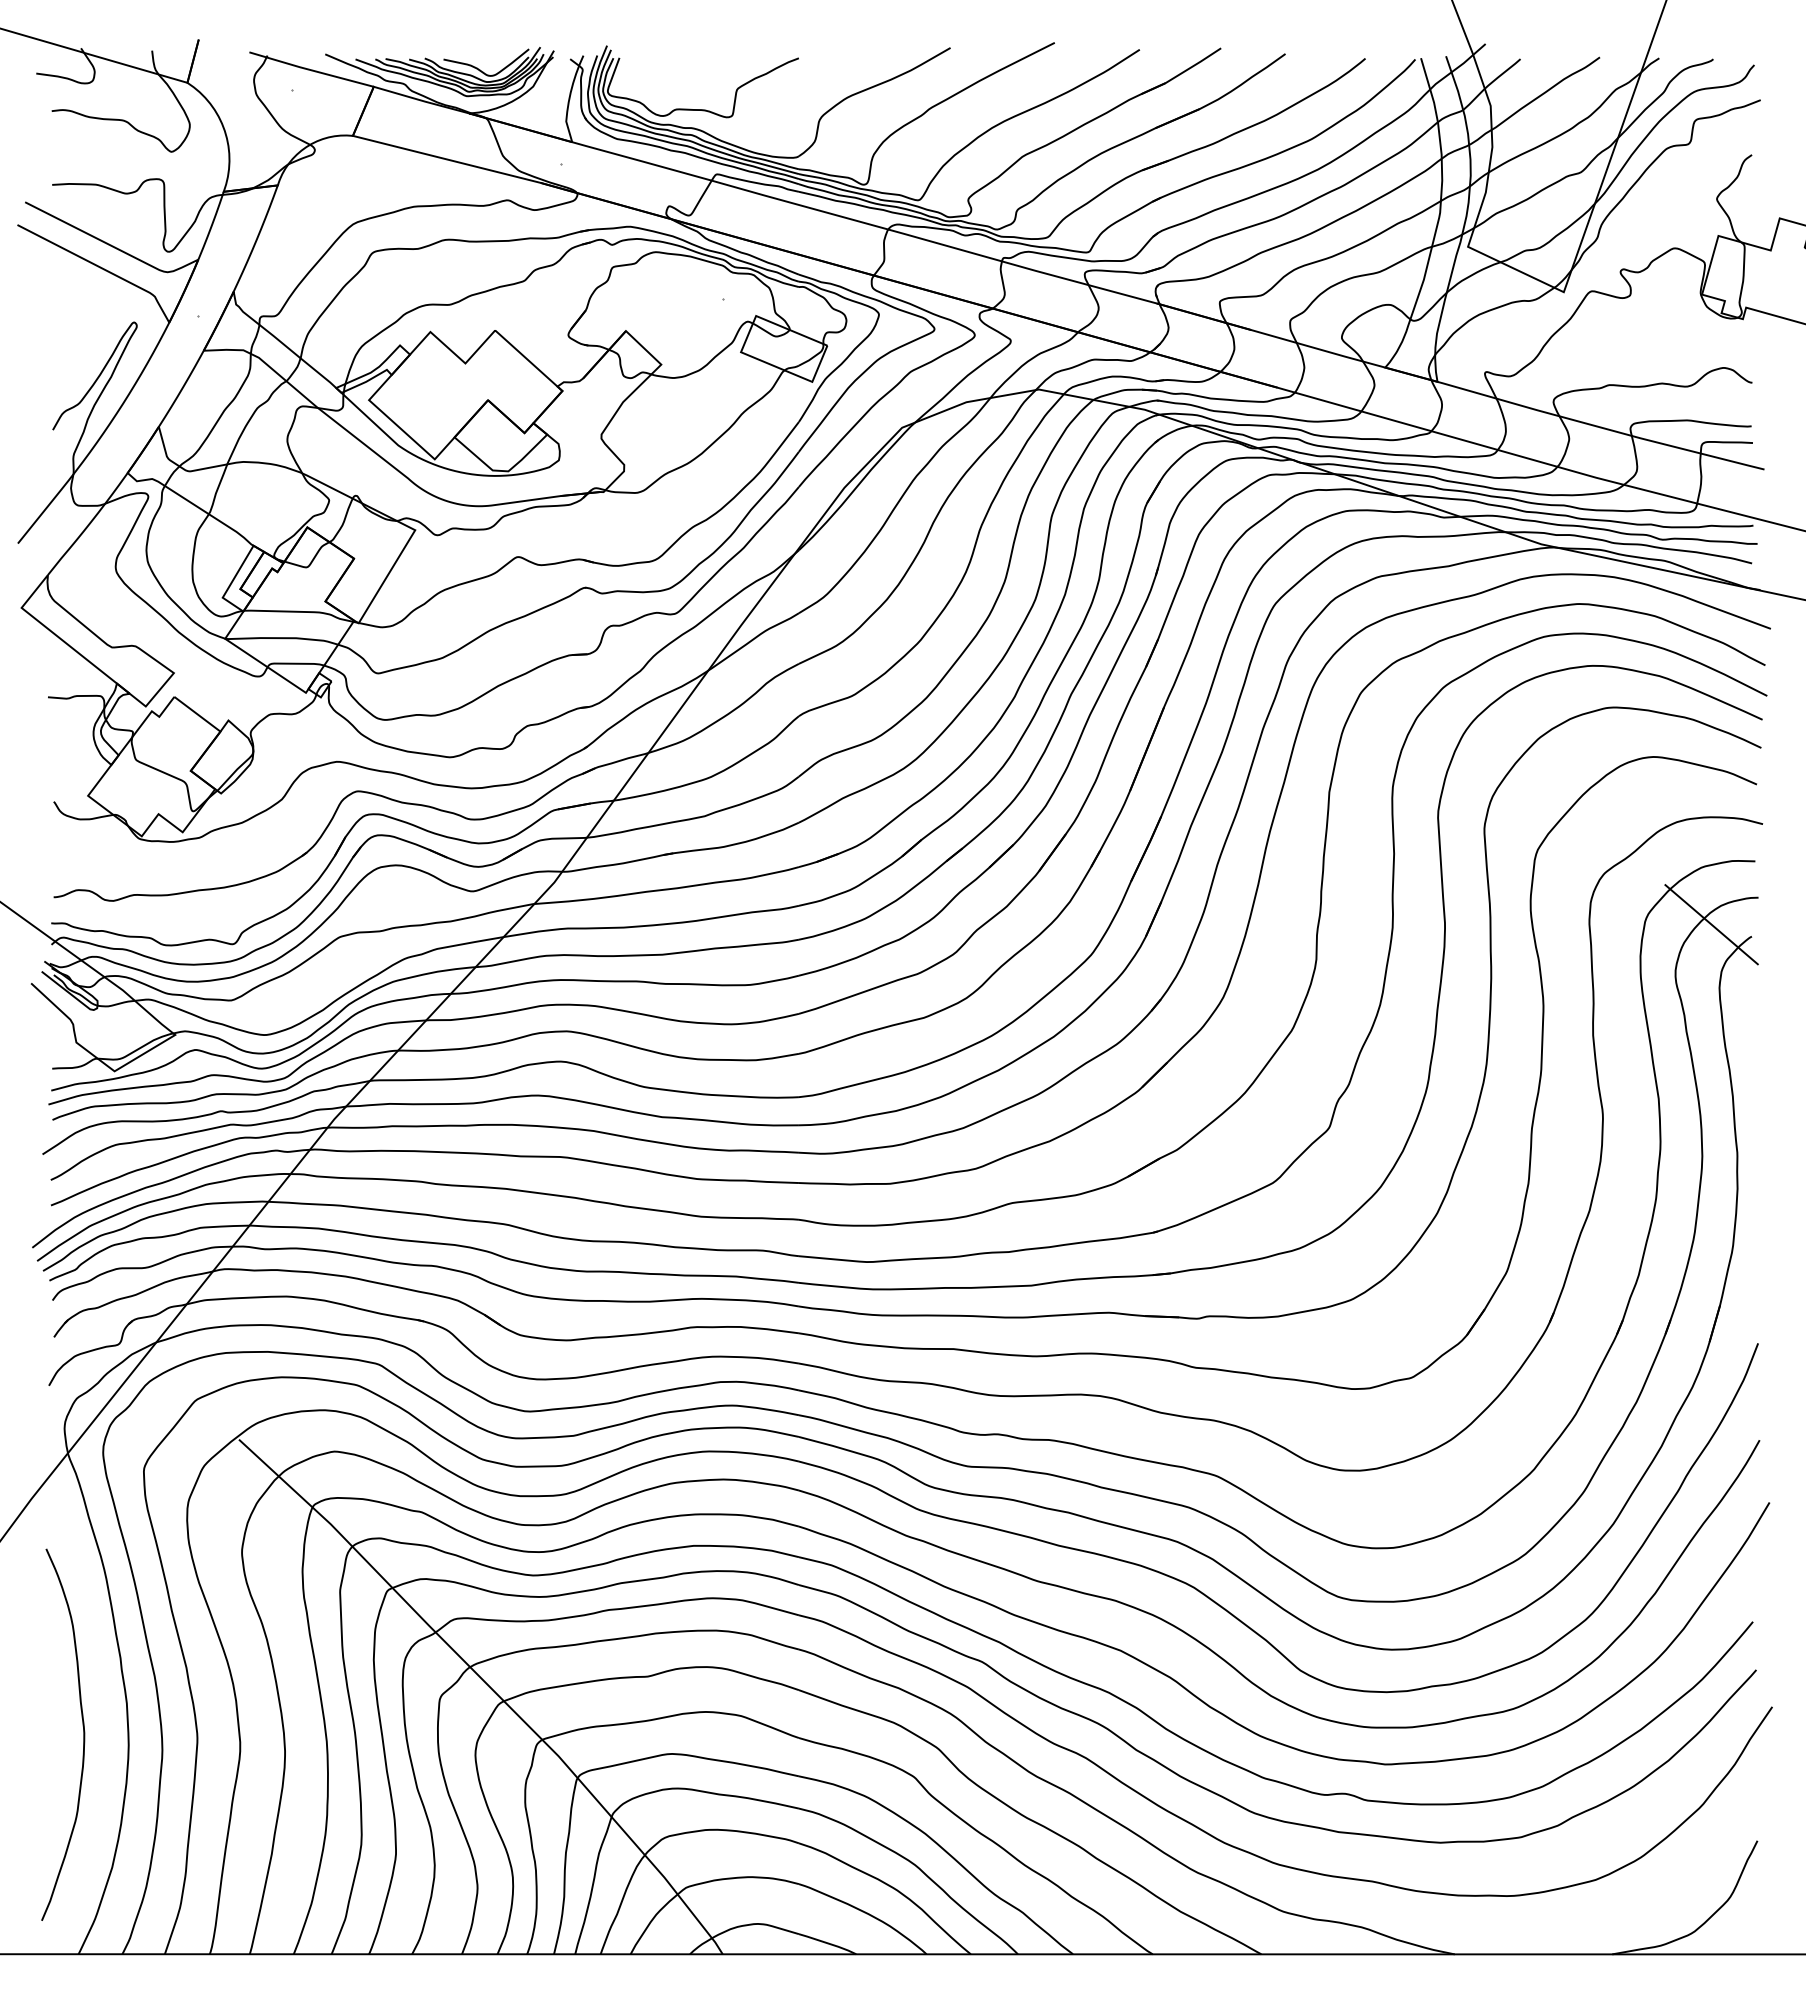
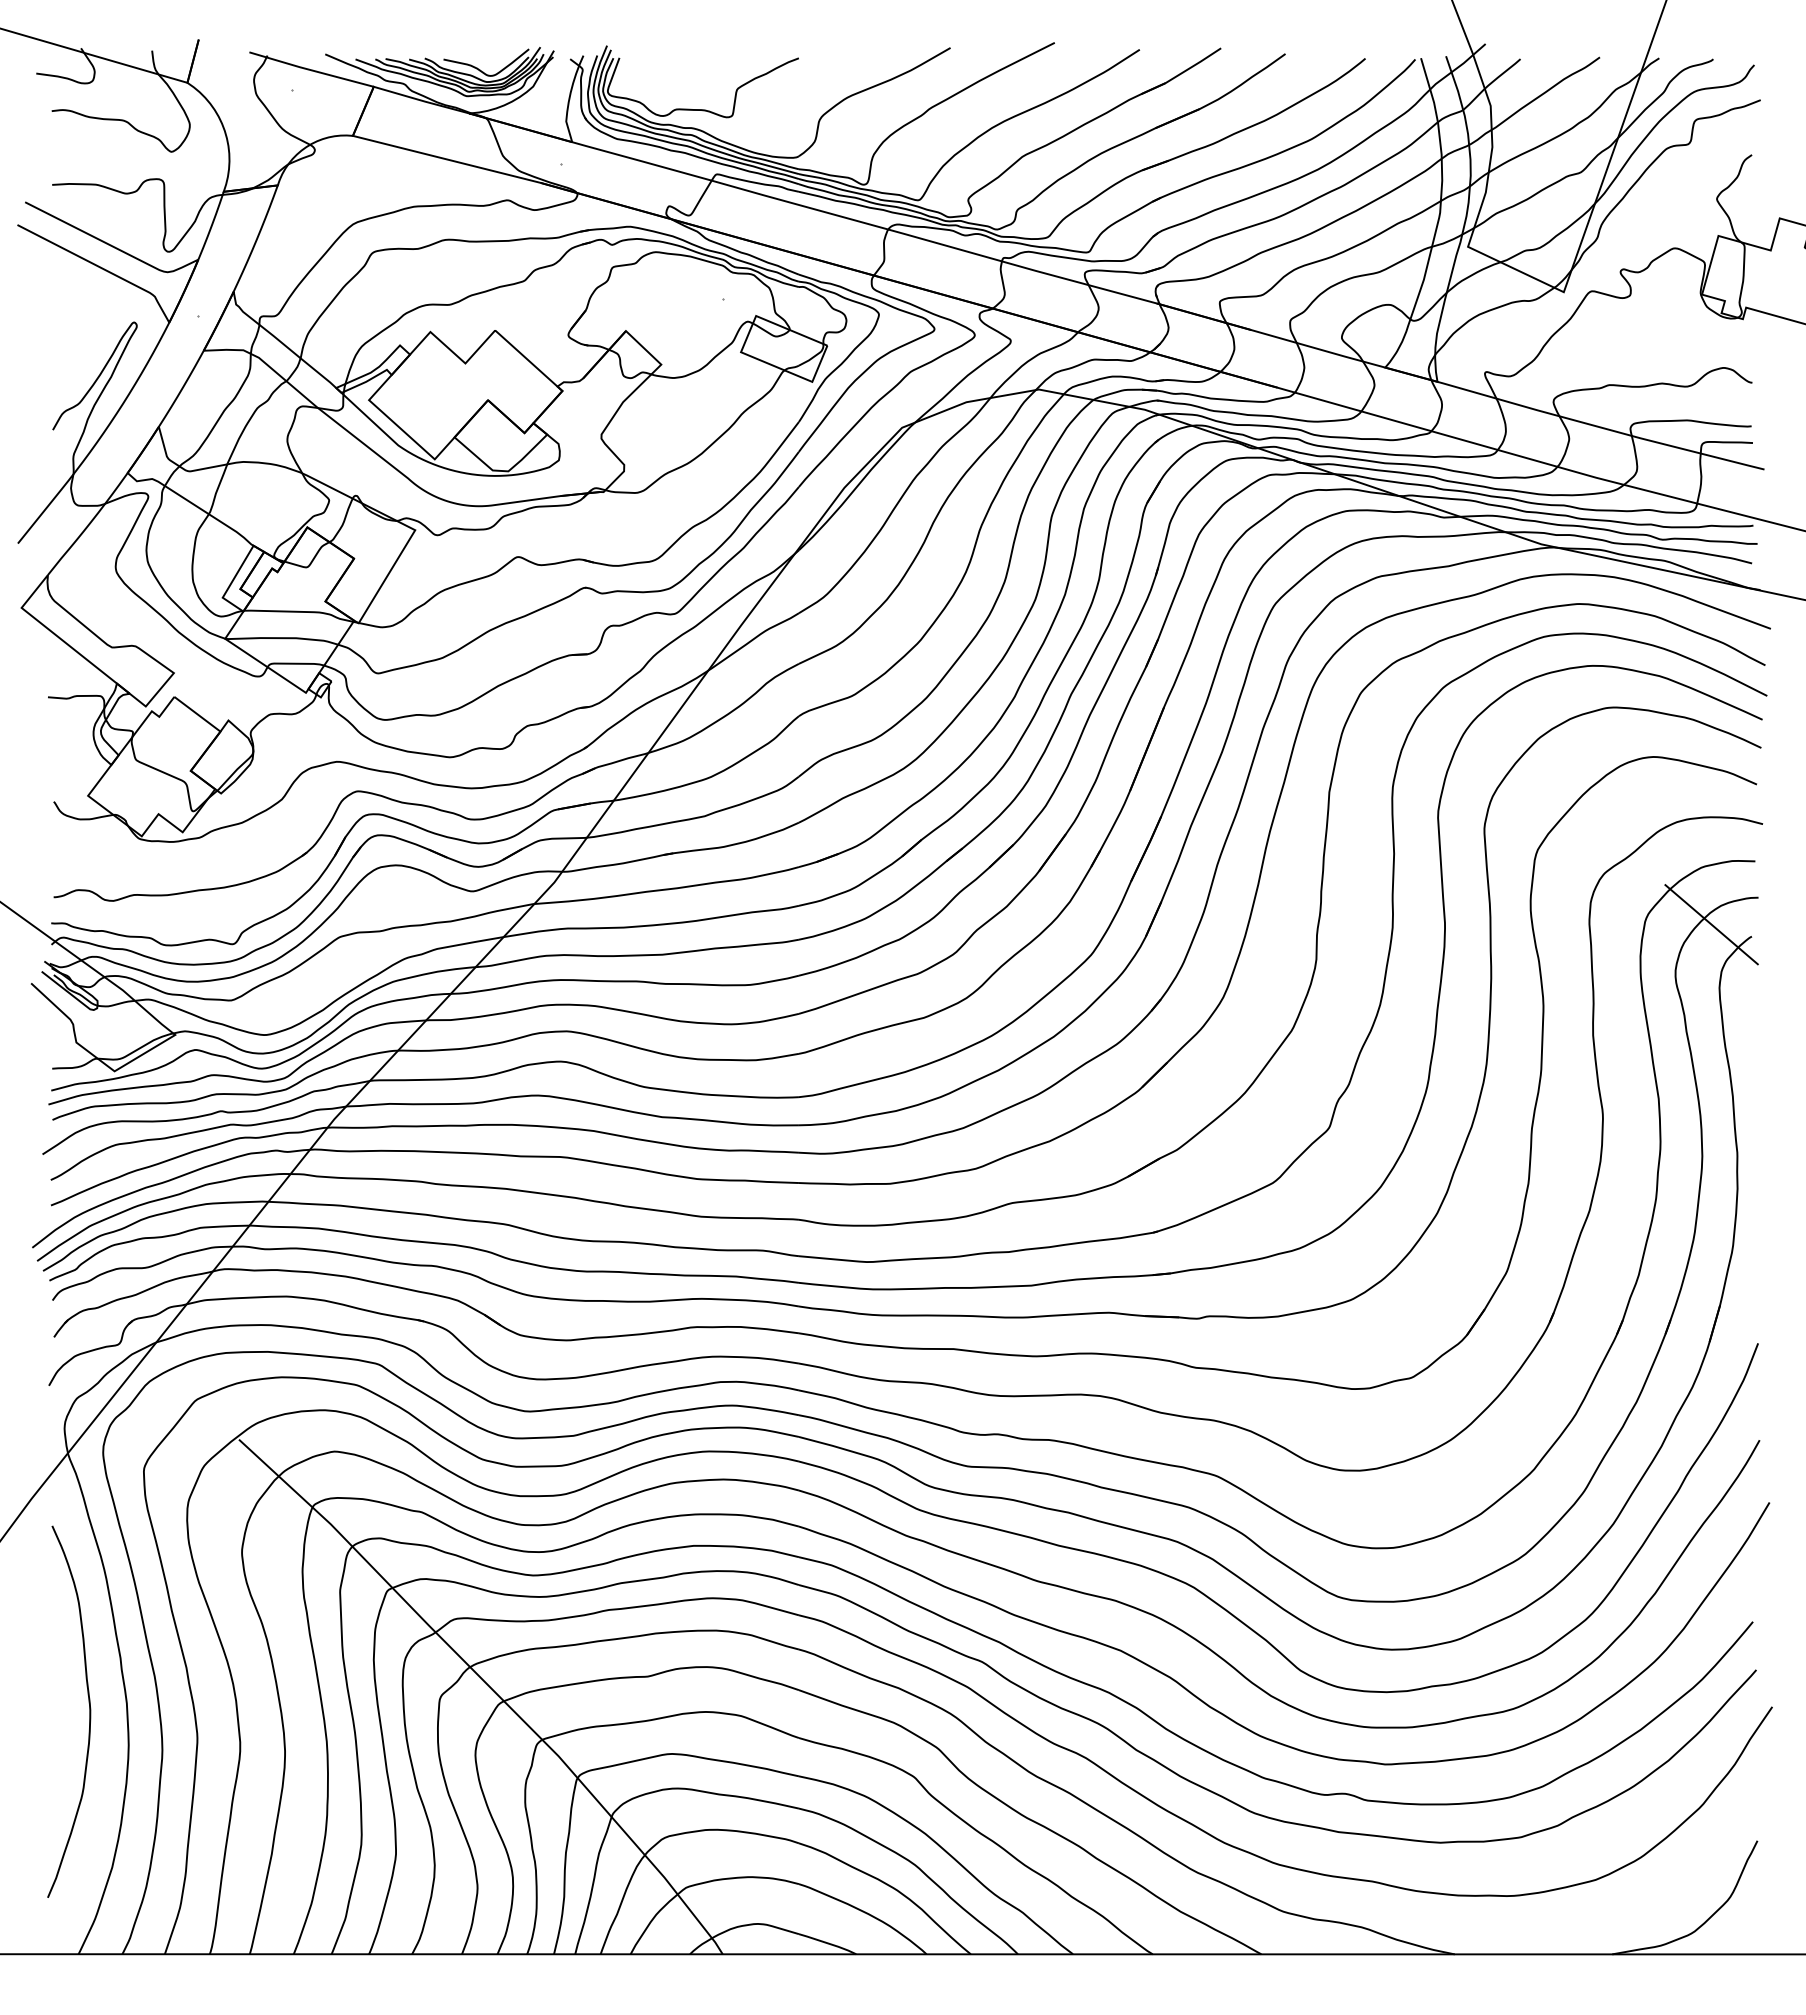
curve at (83, 1734) position: (83, 1734) -> (89, 1711)
